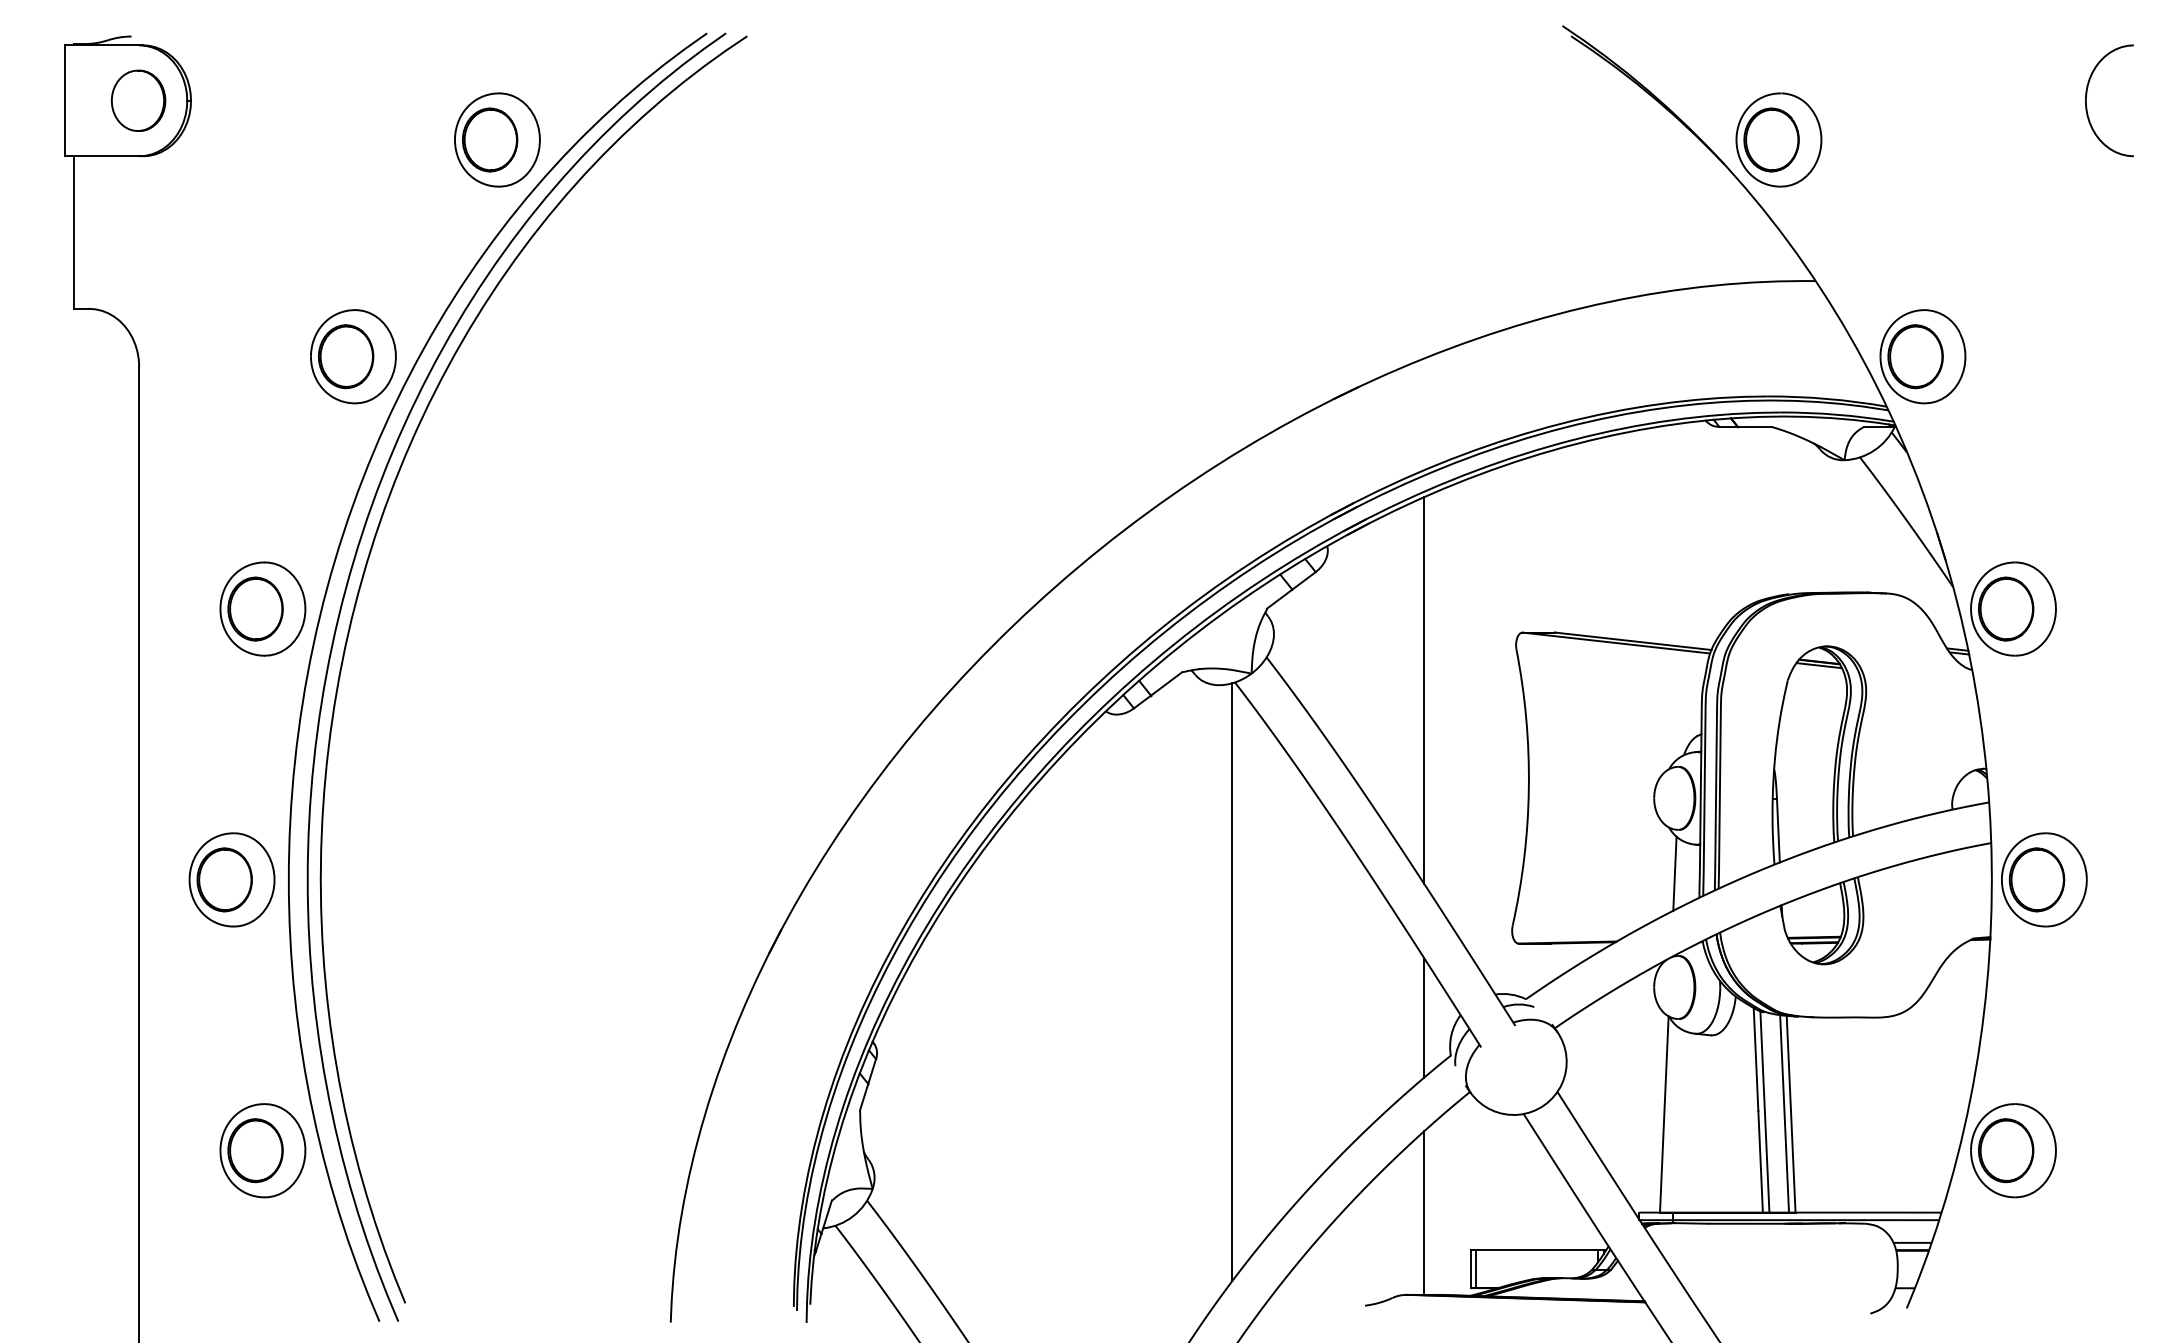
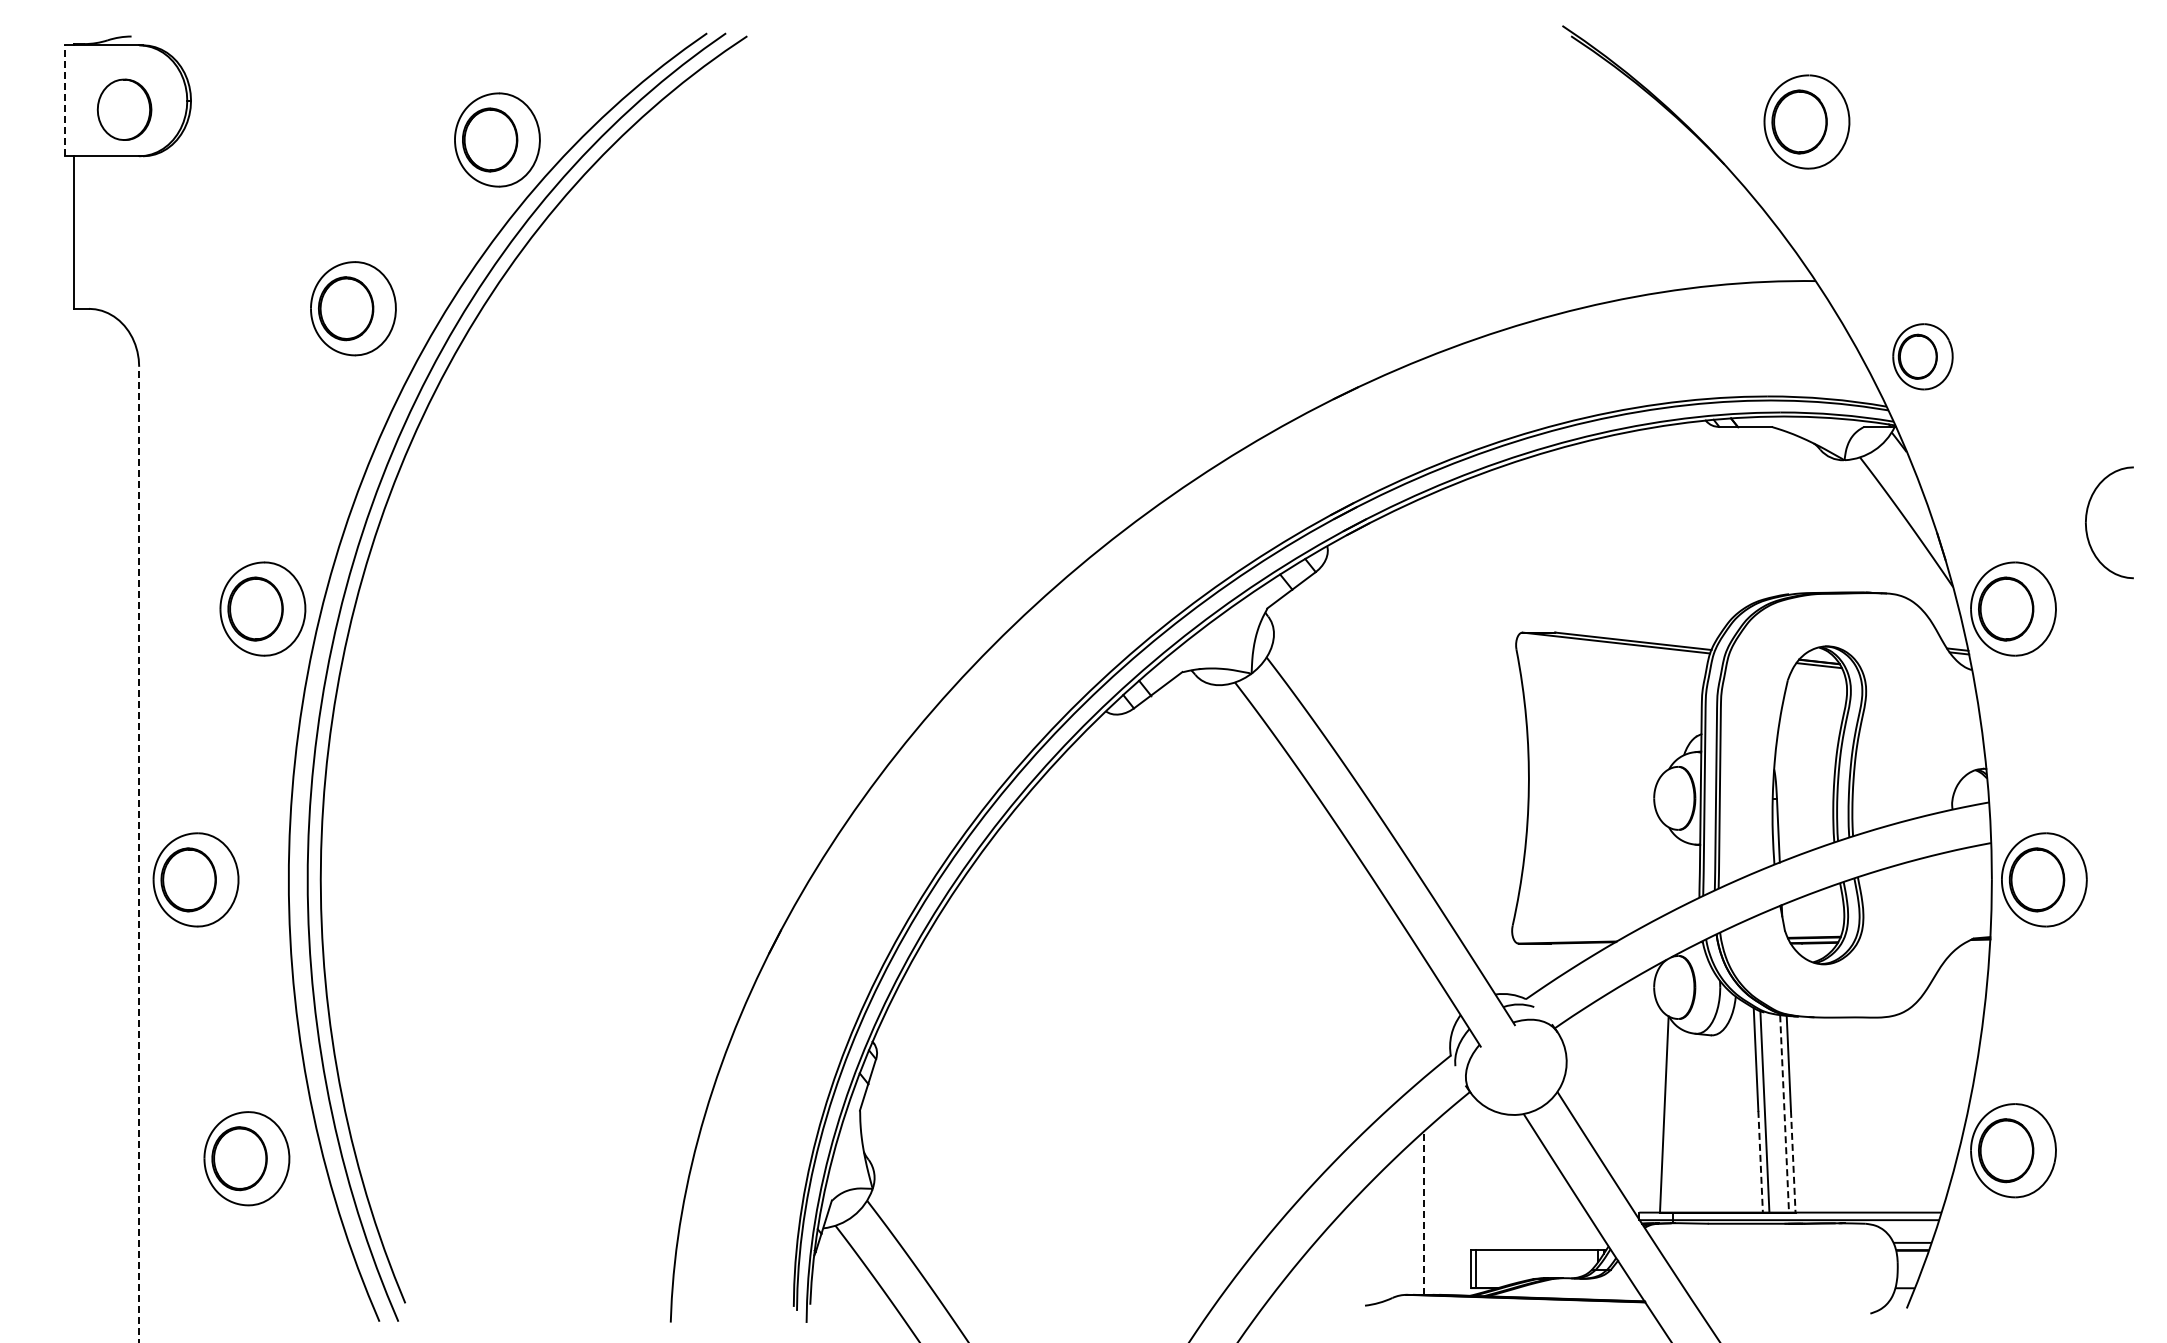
part at (2087, 94) position: (2087, 94) -> (2087, 516)
line at (64, 100): solid -> dashed
part at (138, 100) position: (138, 100) -> (124, 109)
part at (1778, 139) position: (1778, 139) -> (1806, 121)
part at (353, 356) position: (353, 356) -> (353, 308)
part at (1922, 356) size: 88x96 px -> 62x68 px
line at (1424, 690): present -> none
line at (139, 854): solid -> dashed
line at (1674, 873): present -> none
part at (231, 879) position: (231, 879) -> (195, 879)
line at (1232, 982): present -> none
line at (1424, 1017): present -> none
line at (1784, 1113): solid -> dashed
part at (262, 1150) position: (262, 1150) -> (246, 1158)
line at (1760, 1161): solid -> dashed
line at (1793, 1161): solid -> dashed
line at (1424, 1213): solid -> dashed
